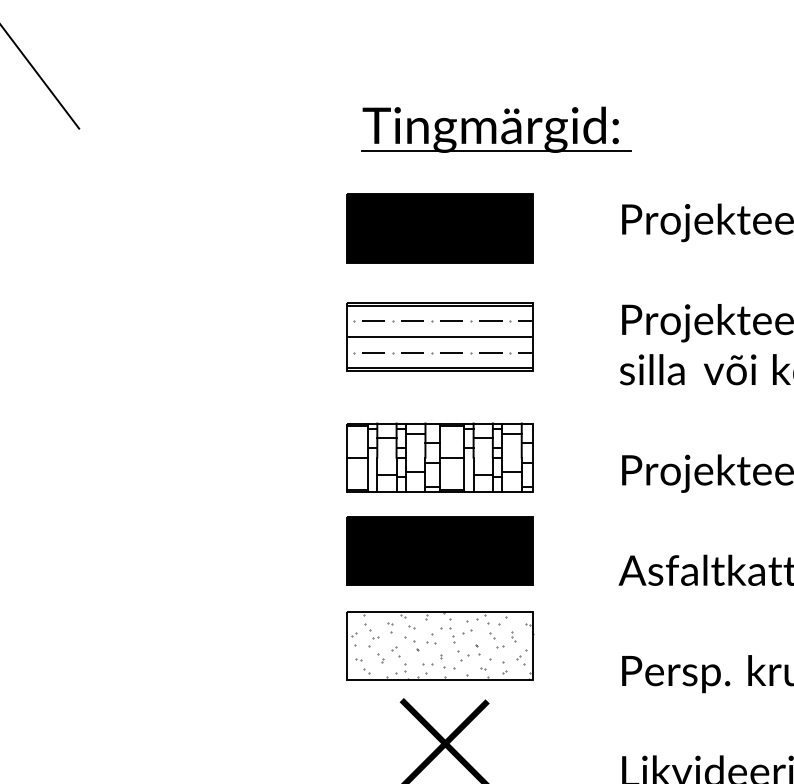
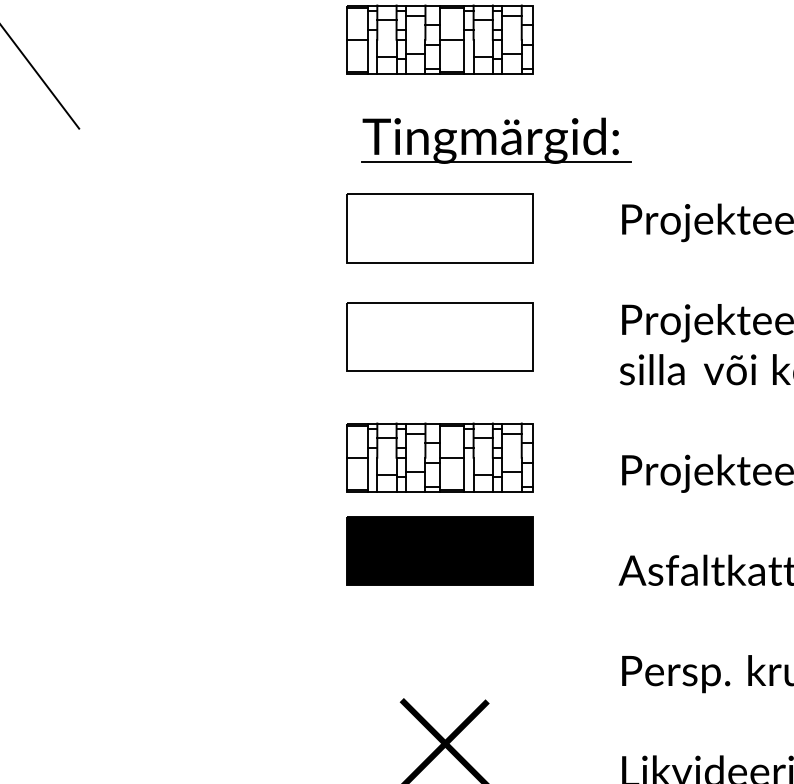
part at (439, 39): none -> present
part at (496, 129) position: (496, 129) -> (496, 140)
fill at (439, 228): present -> none
hatch at (439, 336): present -> none
part at (440, 645): present -> none
